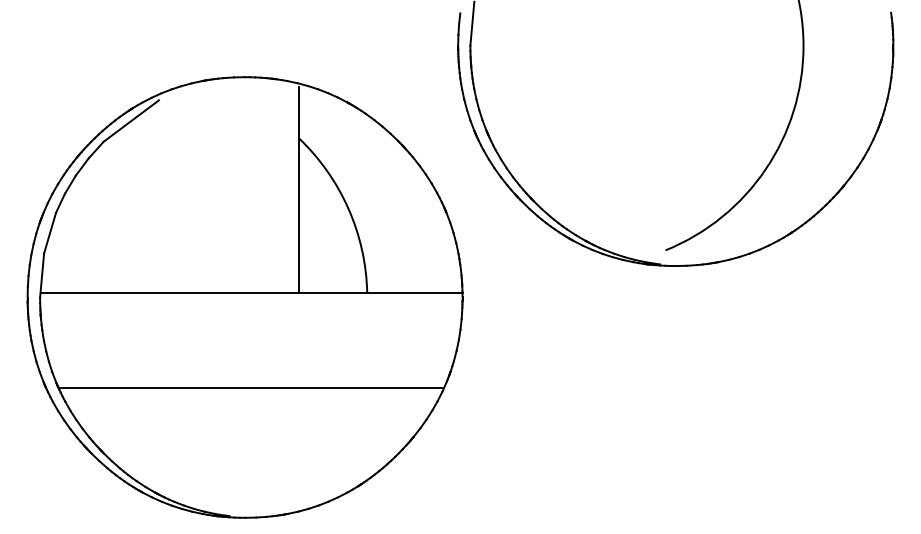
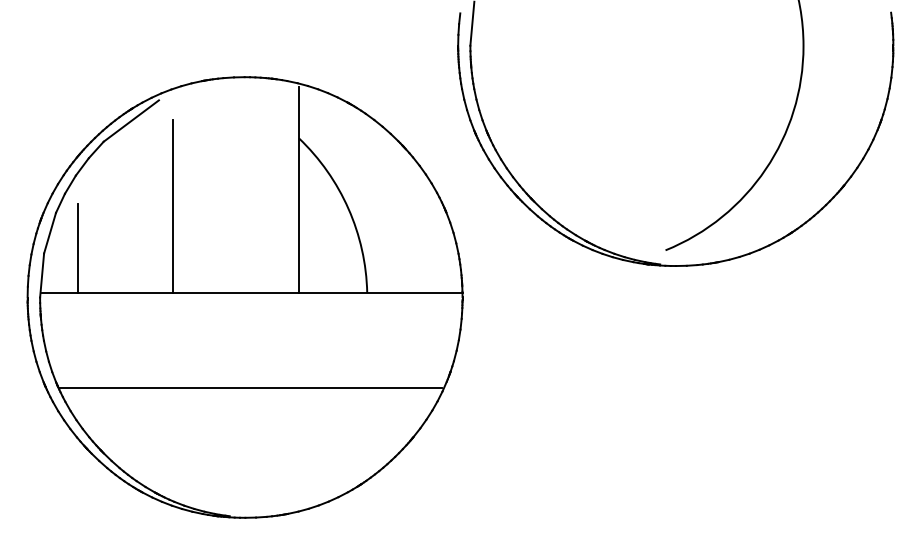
line at (173, 206): none -> present
line at (78, 248): none -> present
